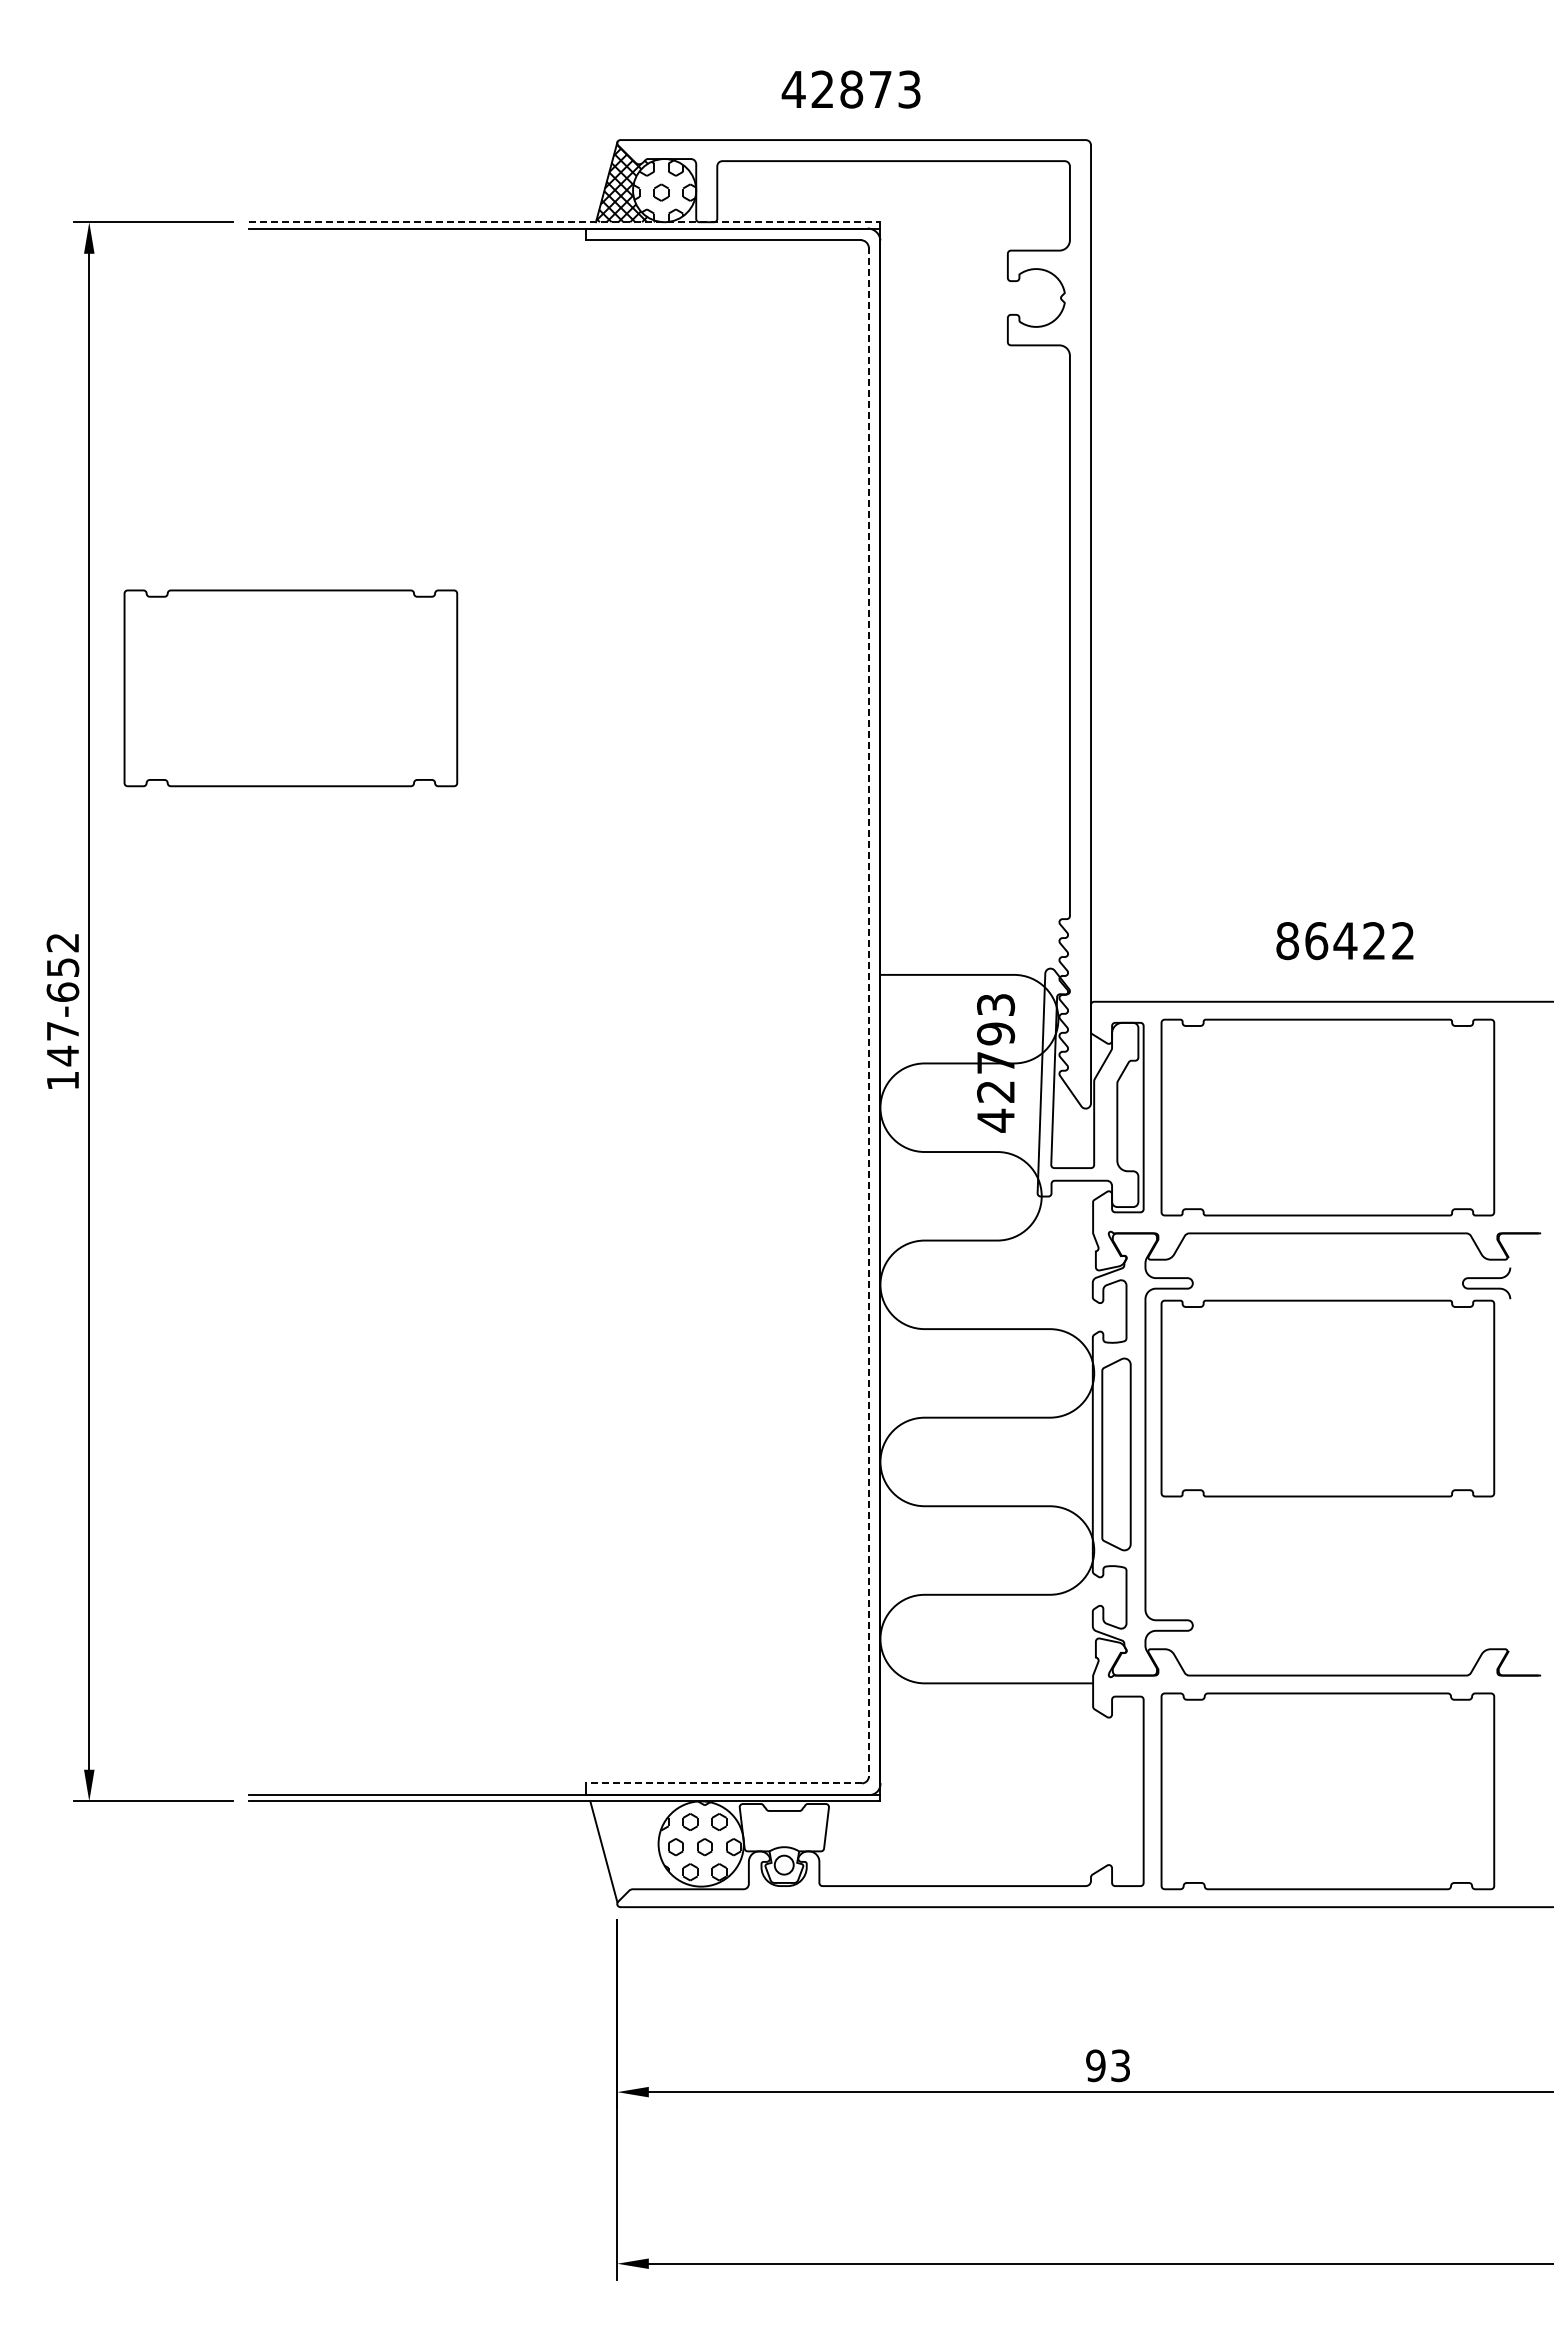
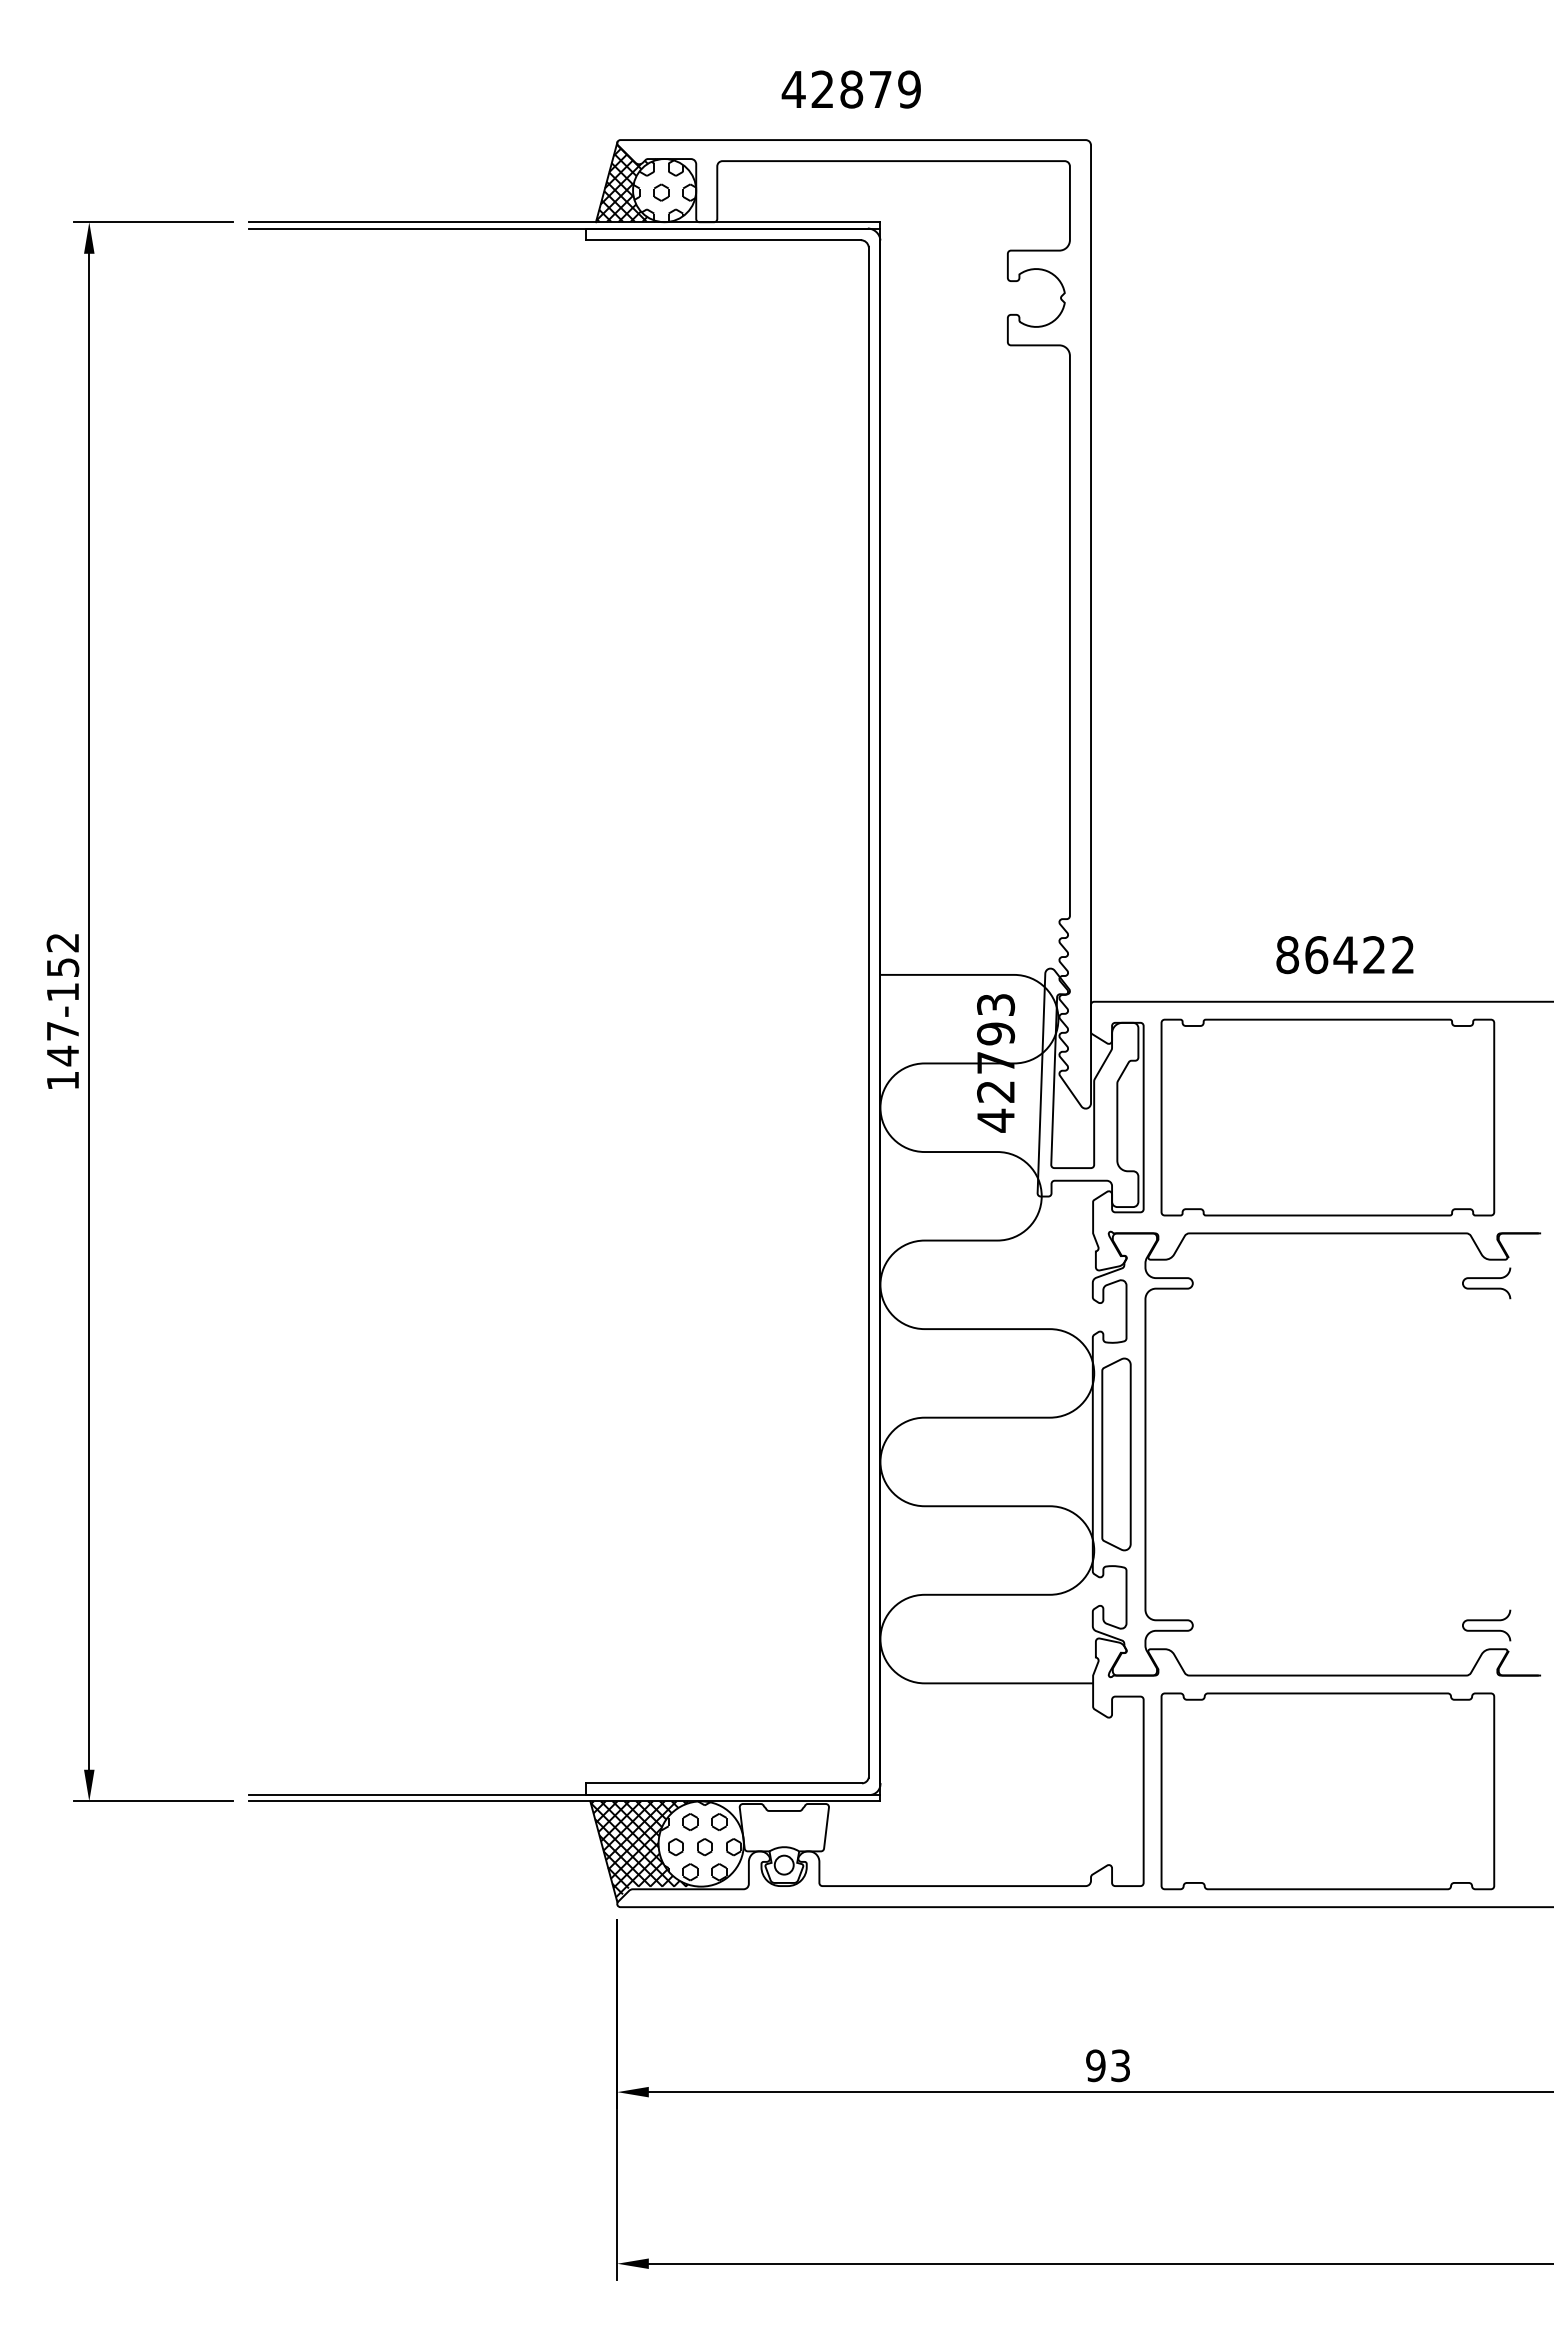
text at (909, 89): 42873 -> 42879
line at (564, 222): dashed -> solid
part at (290, 688): present -> none
text at (1344, 941) position: (1344, 941) -> (1344, 955)
text at (62, 991): 147-652 -> 147-152
line at (868, 1012): dashed -> solid
part at (1327, 1398): present -> none
curve at (1486, 1621): none -> present
line at (723, 1783): dashed -> solid
hatch at (645, 1850): none -> present
